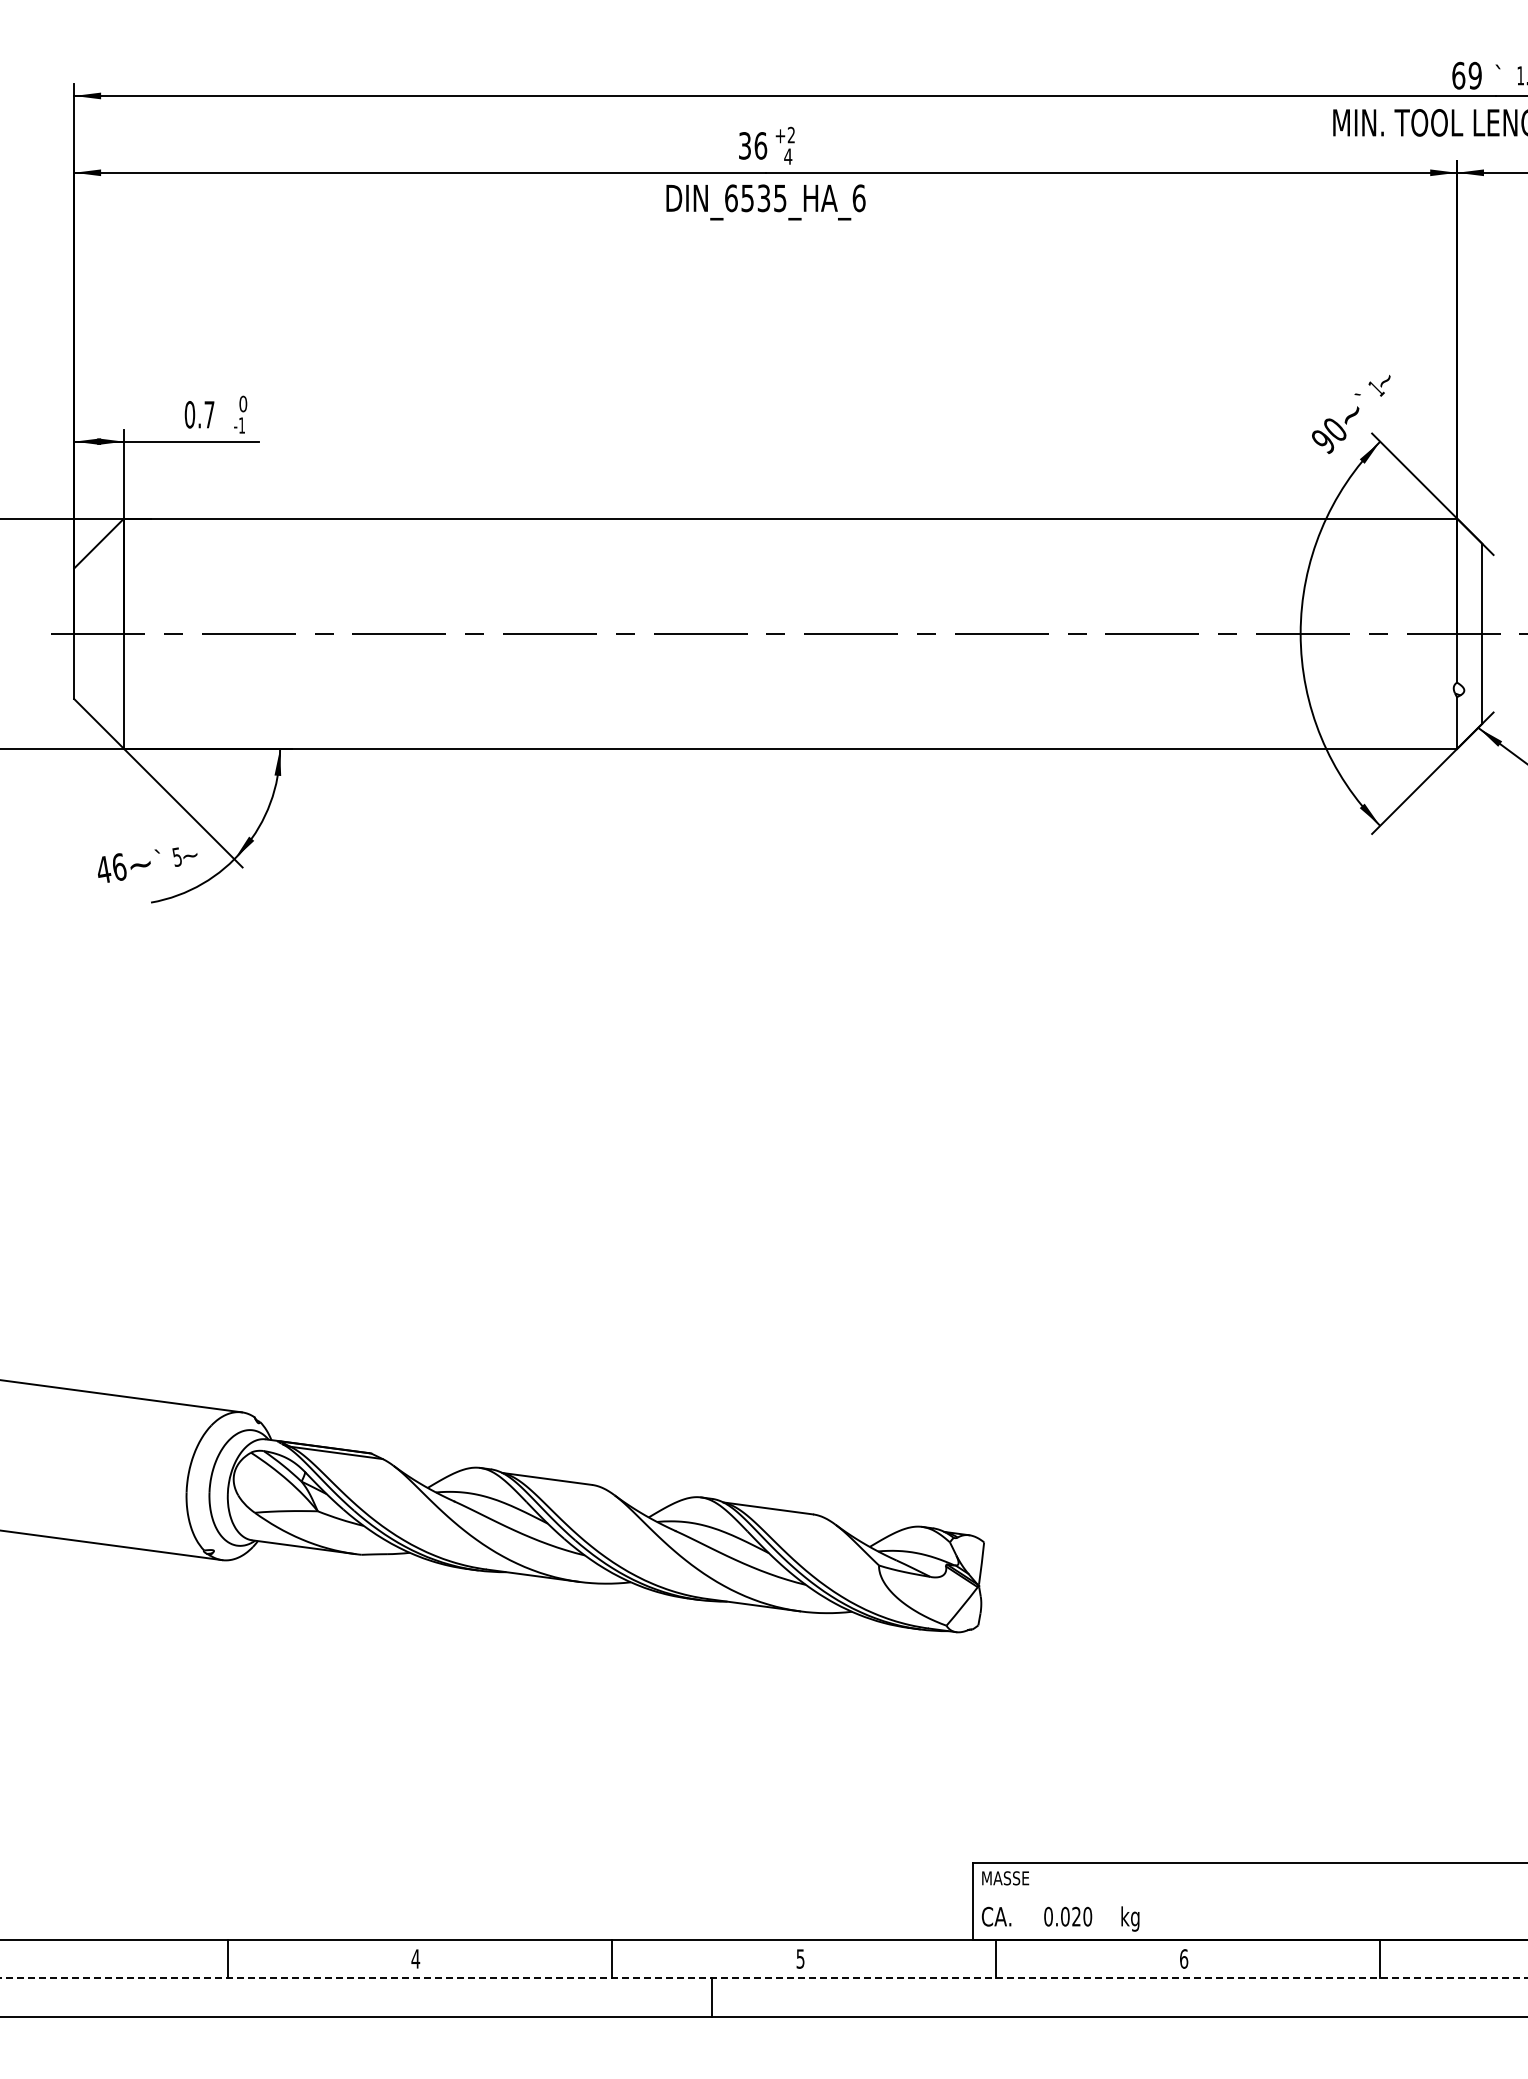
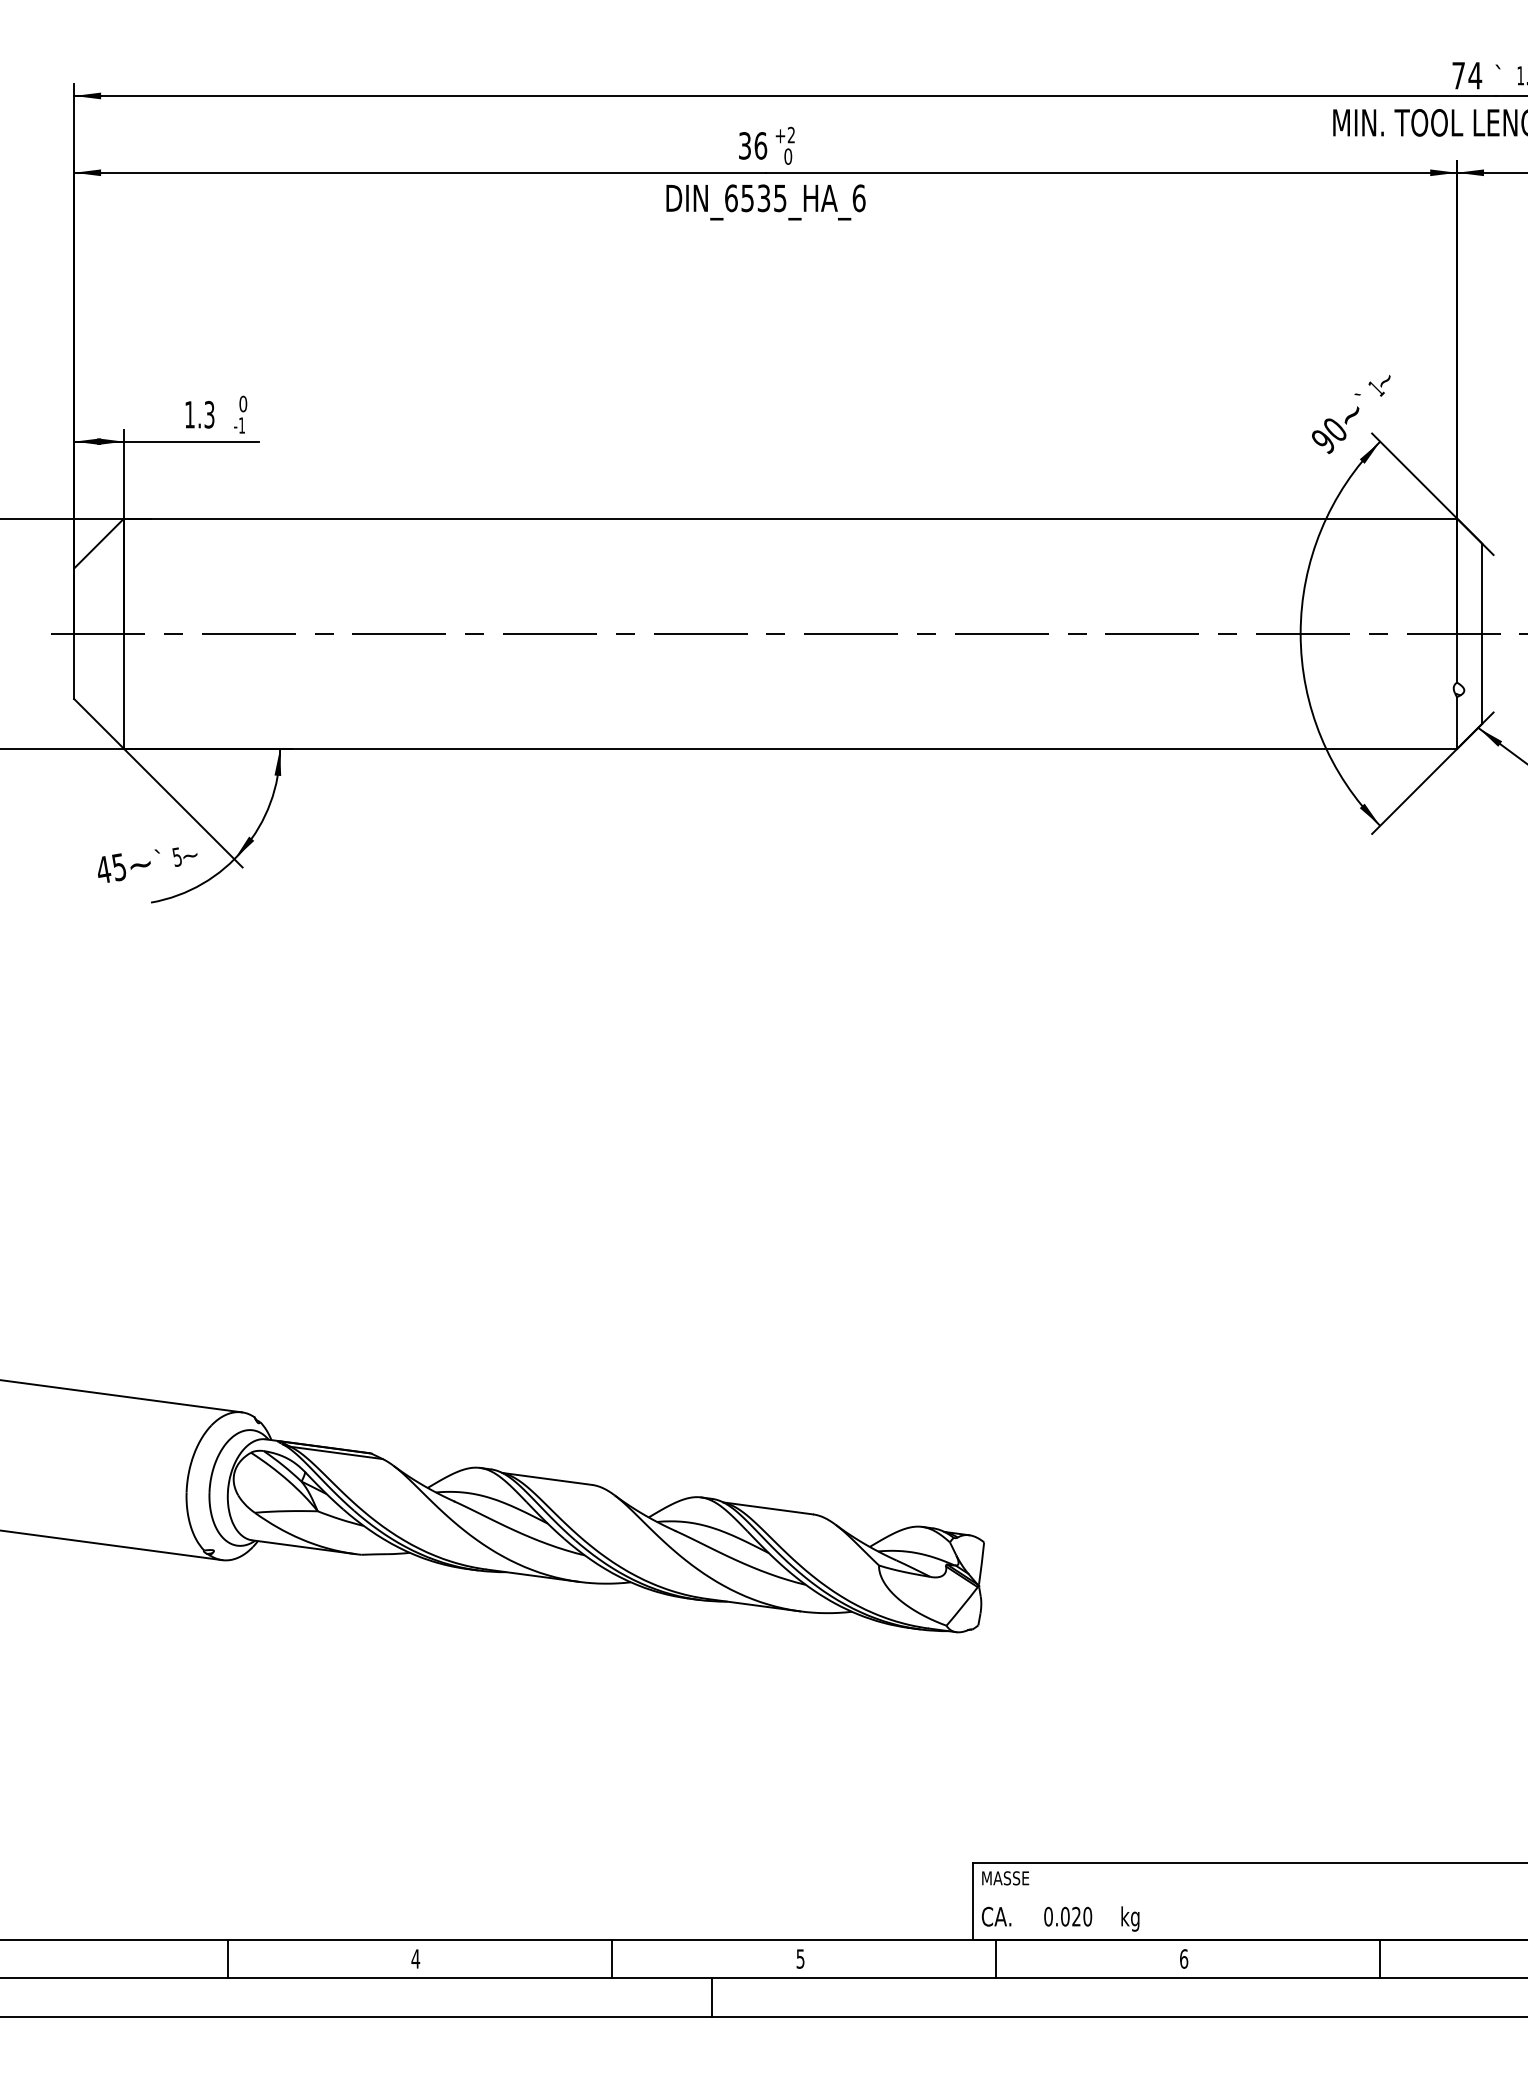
text at (1467, 75): 69 -> 74
text at (788, 156): 4 -> 0
text at (199, 414): 0.7 -> 1.3
text at (119, 867): 46 -> 45
line at (764, 1978): dashed -> solid
